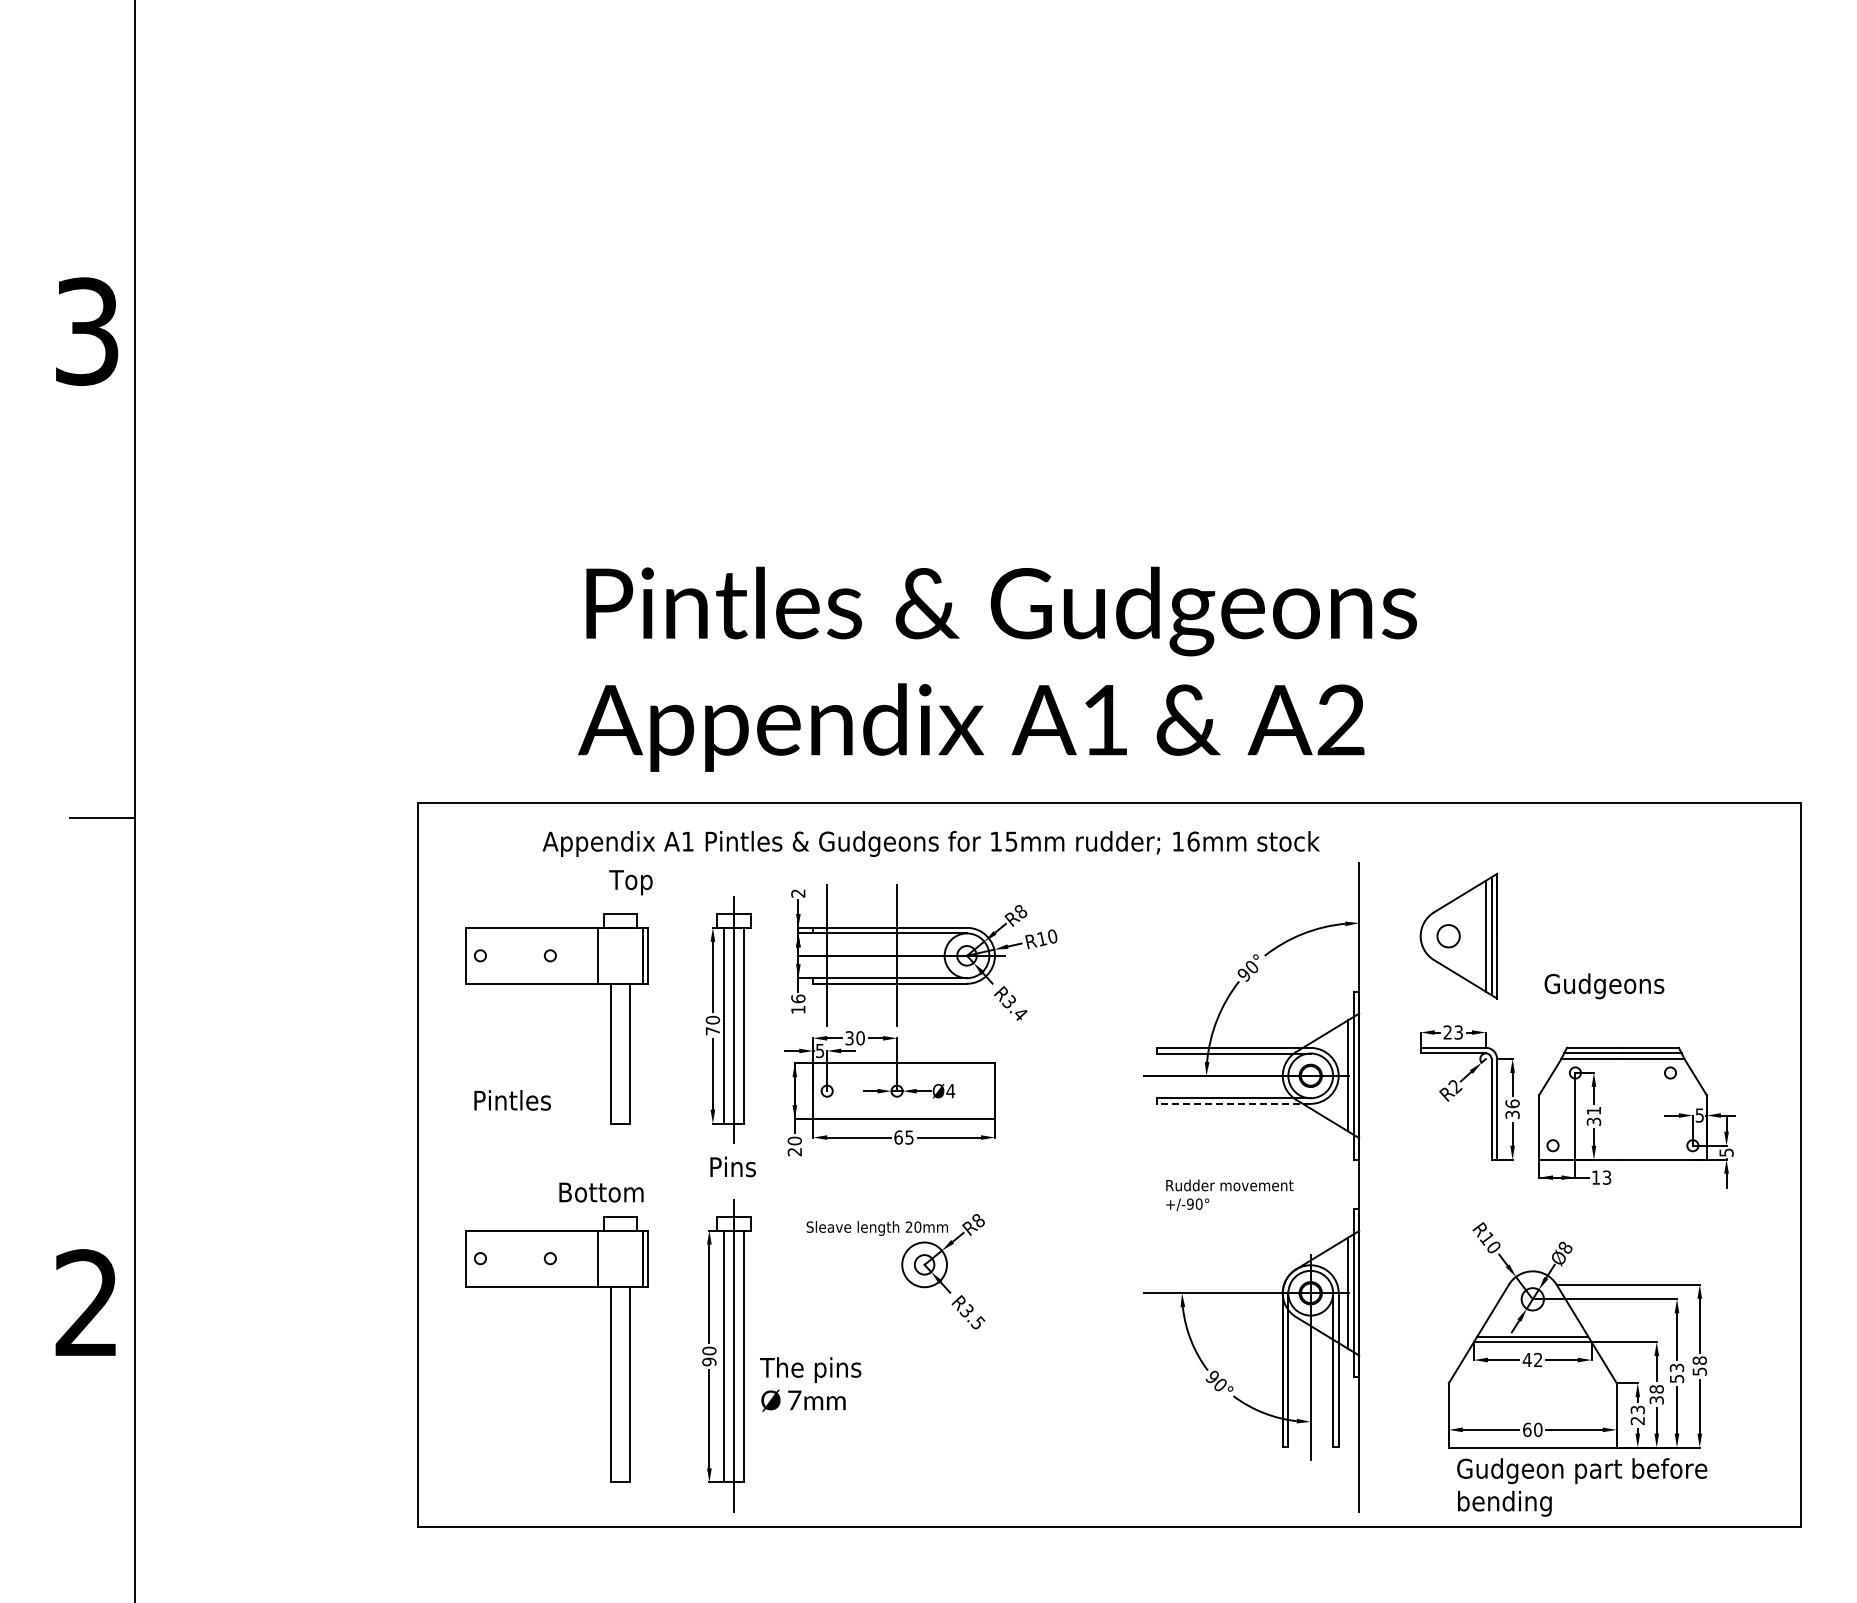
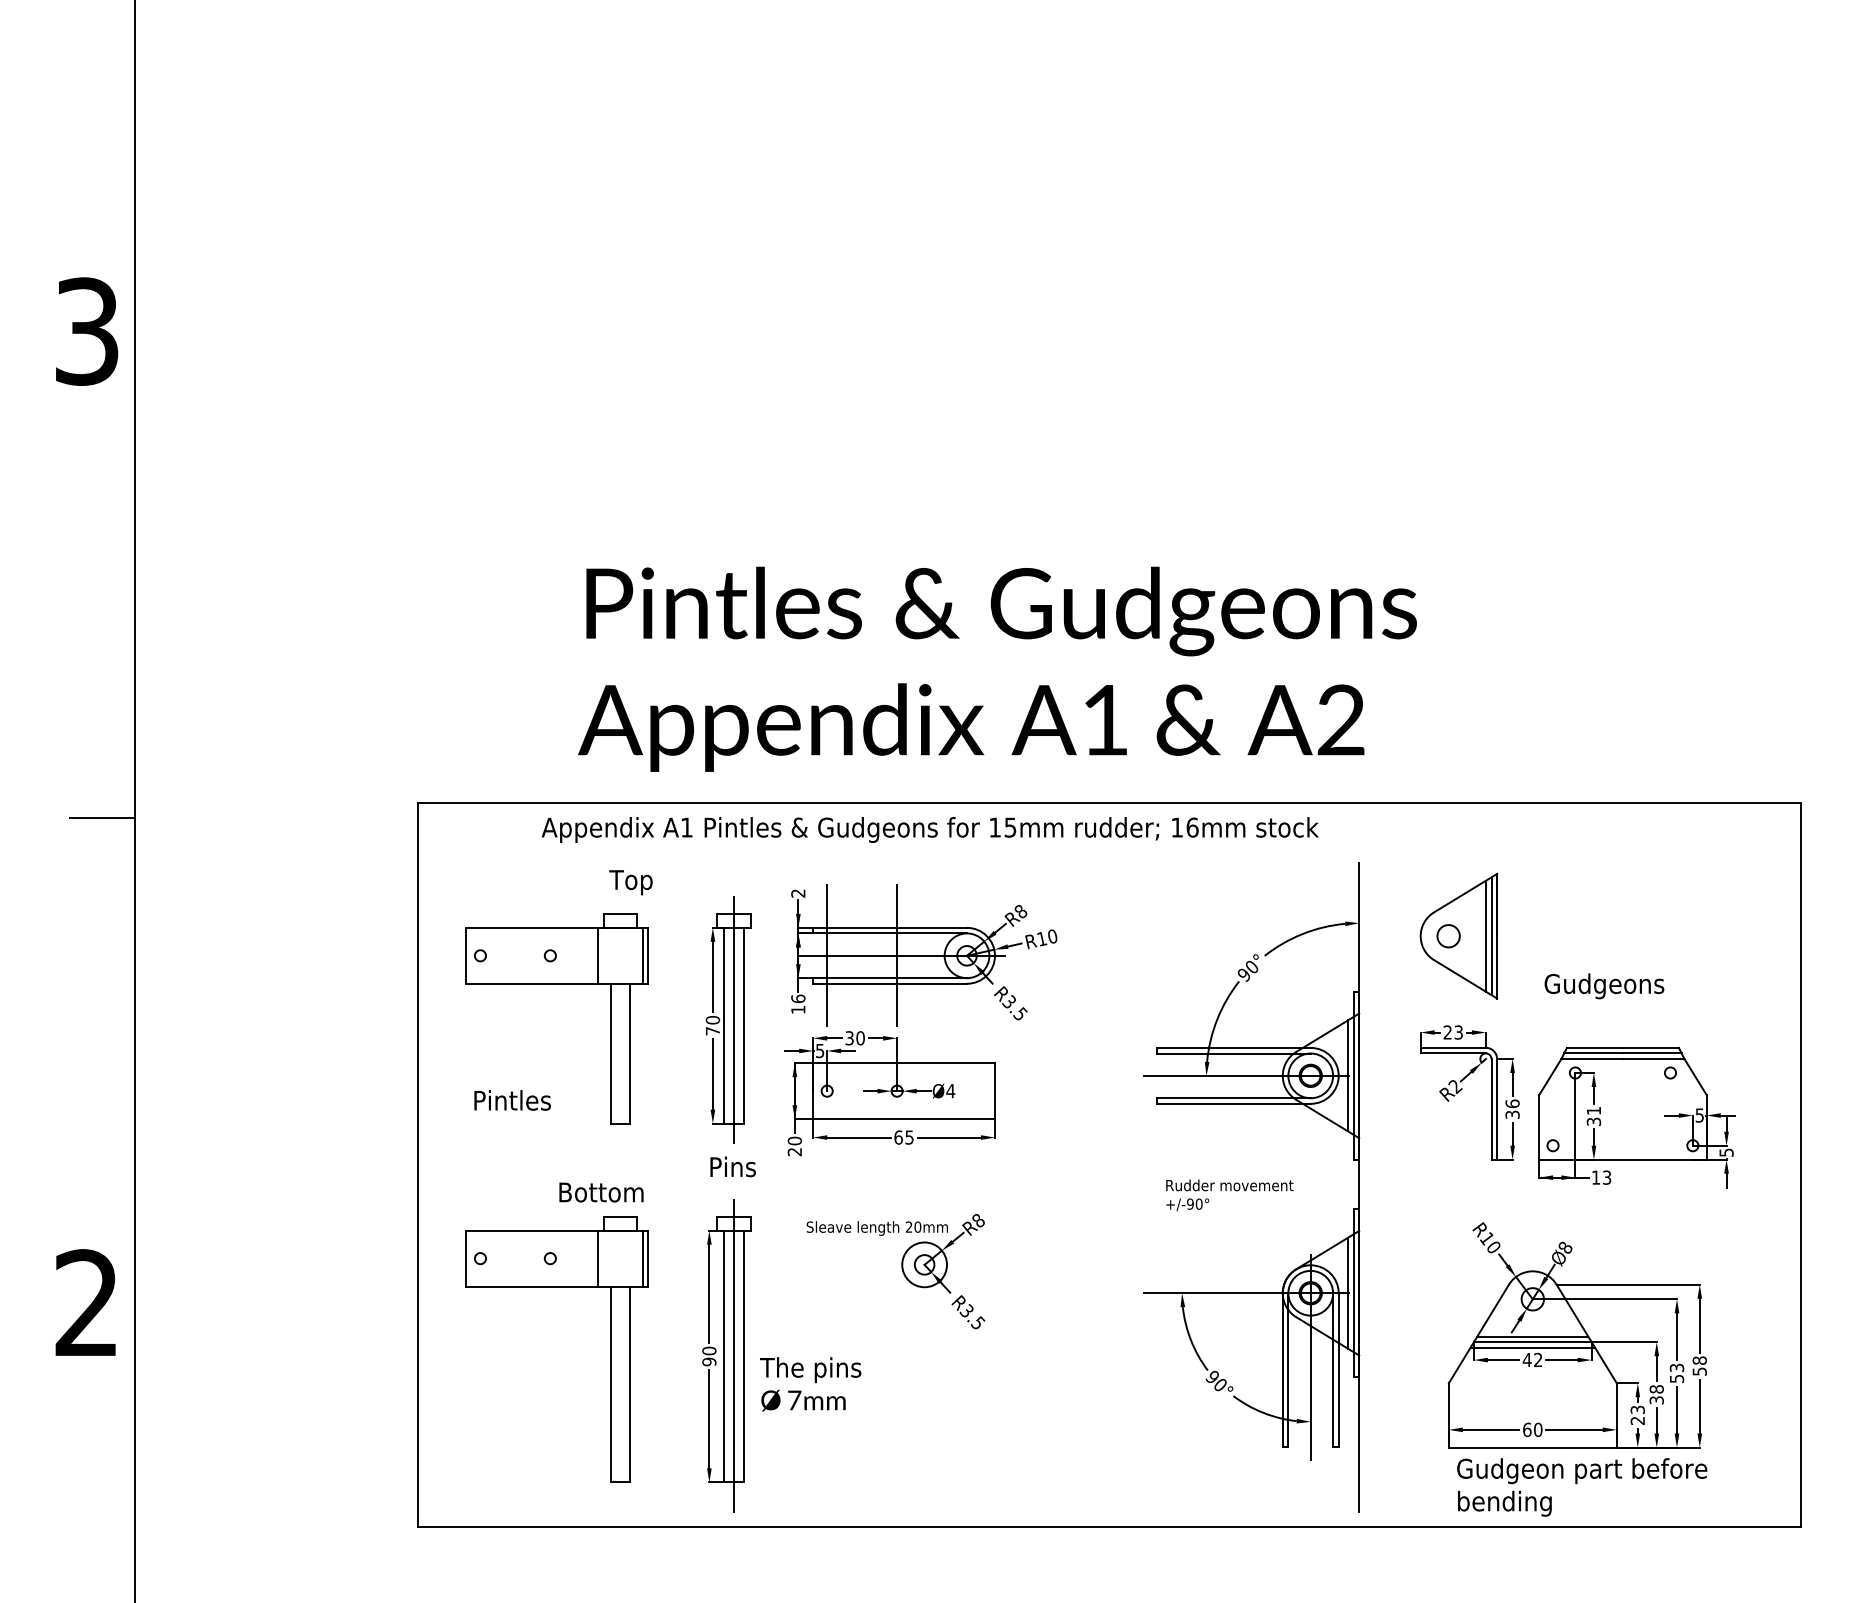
text at (930, 843) position: (930, 843) -> (929, 829)
text at (1020, 1013): R3.4 -> R3.5
line at (1233, 1103): dashed -> solid
line at (1532, 1347): none -> present
